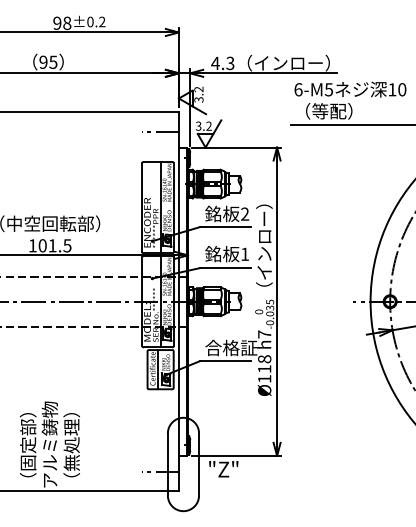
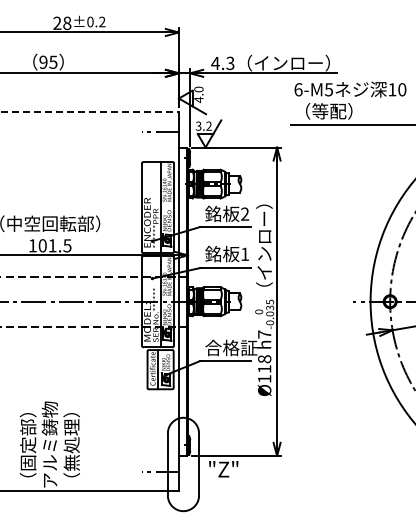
text at (57, 23): 98 -> 28
text at (198, 94): 3.2 -> 4.0
line at (90, 112): solid -> dashed
